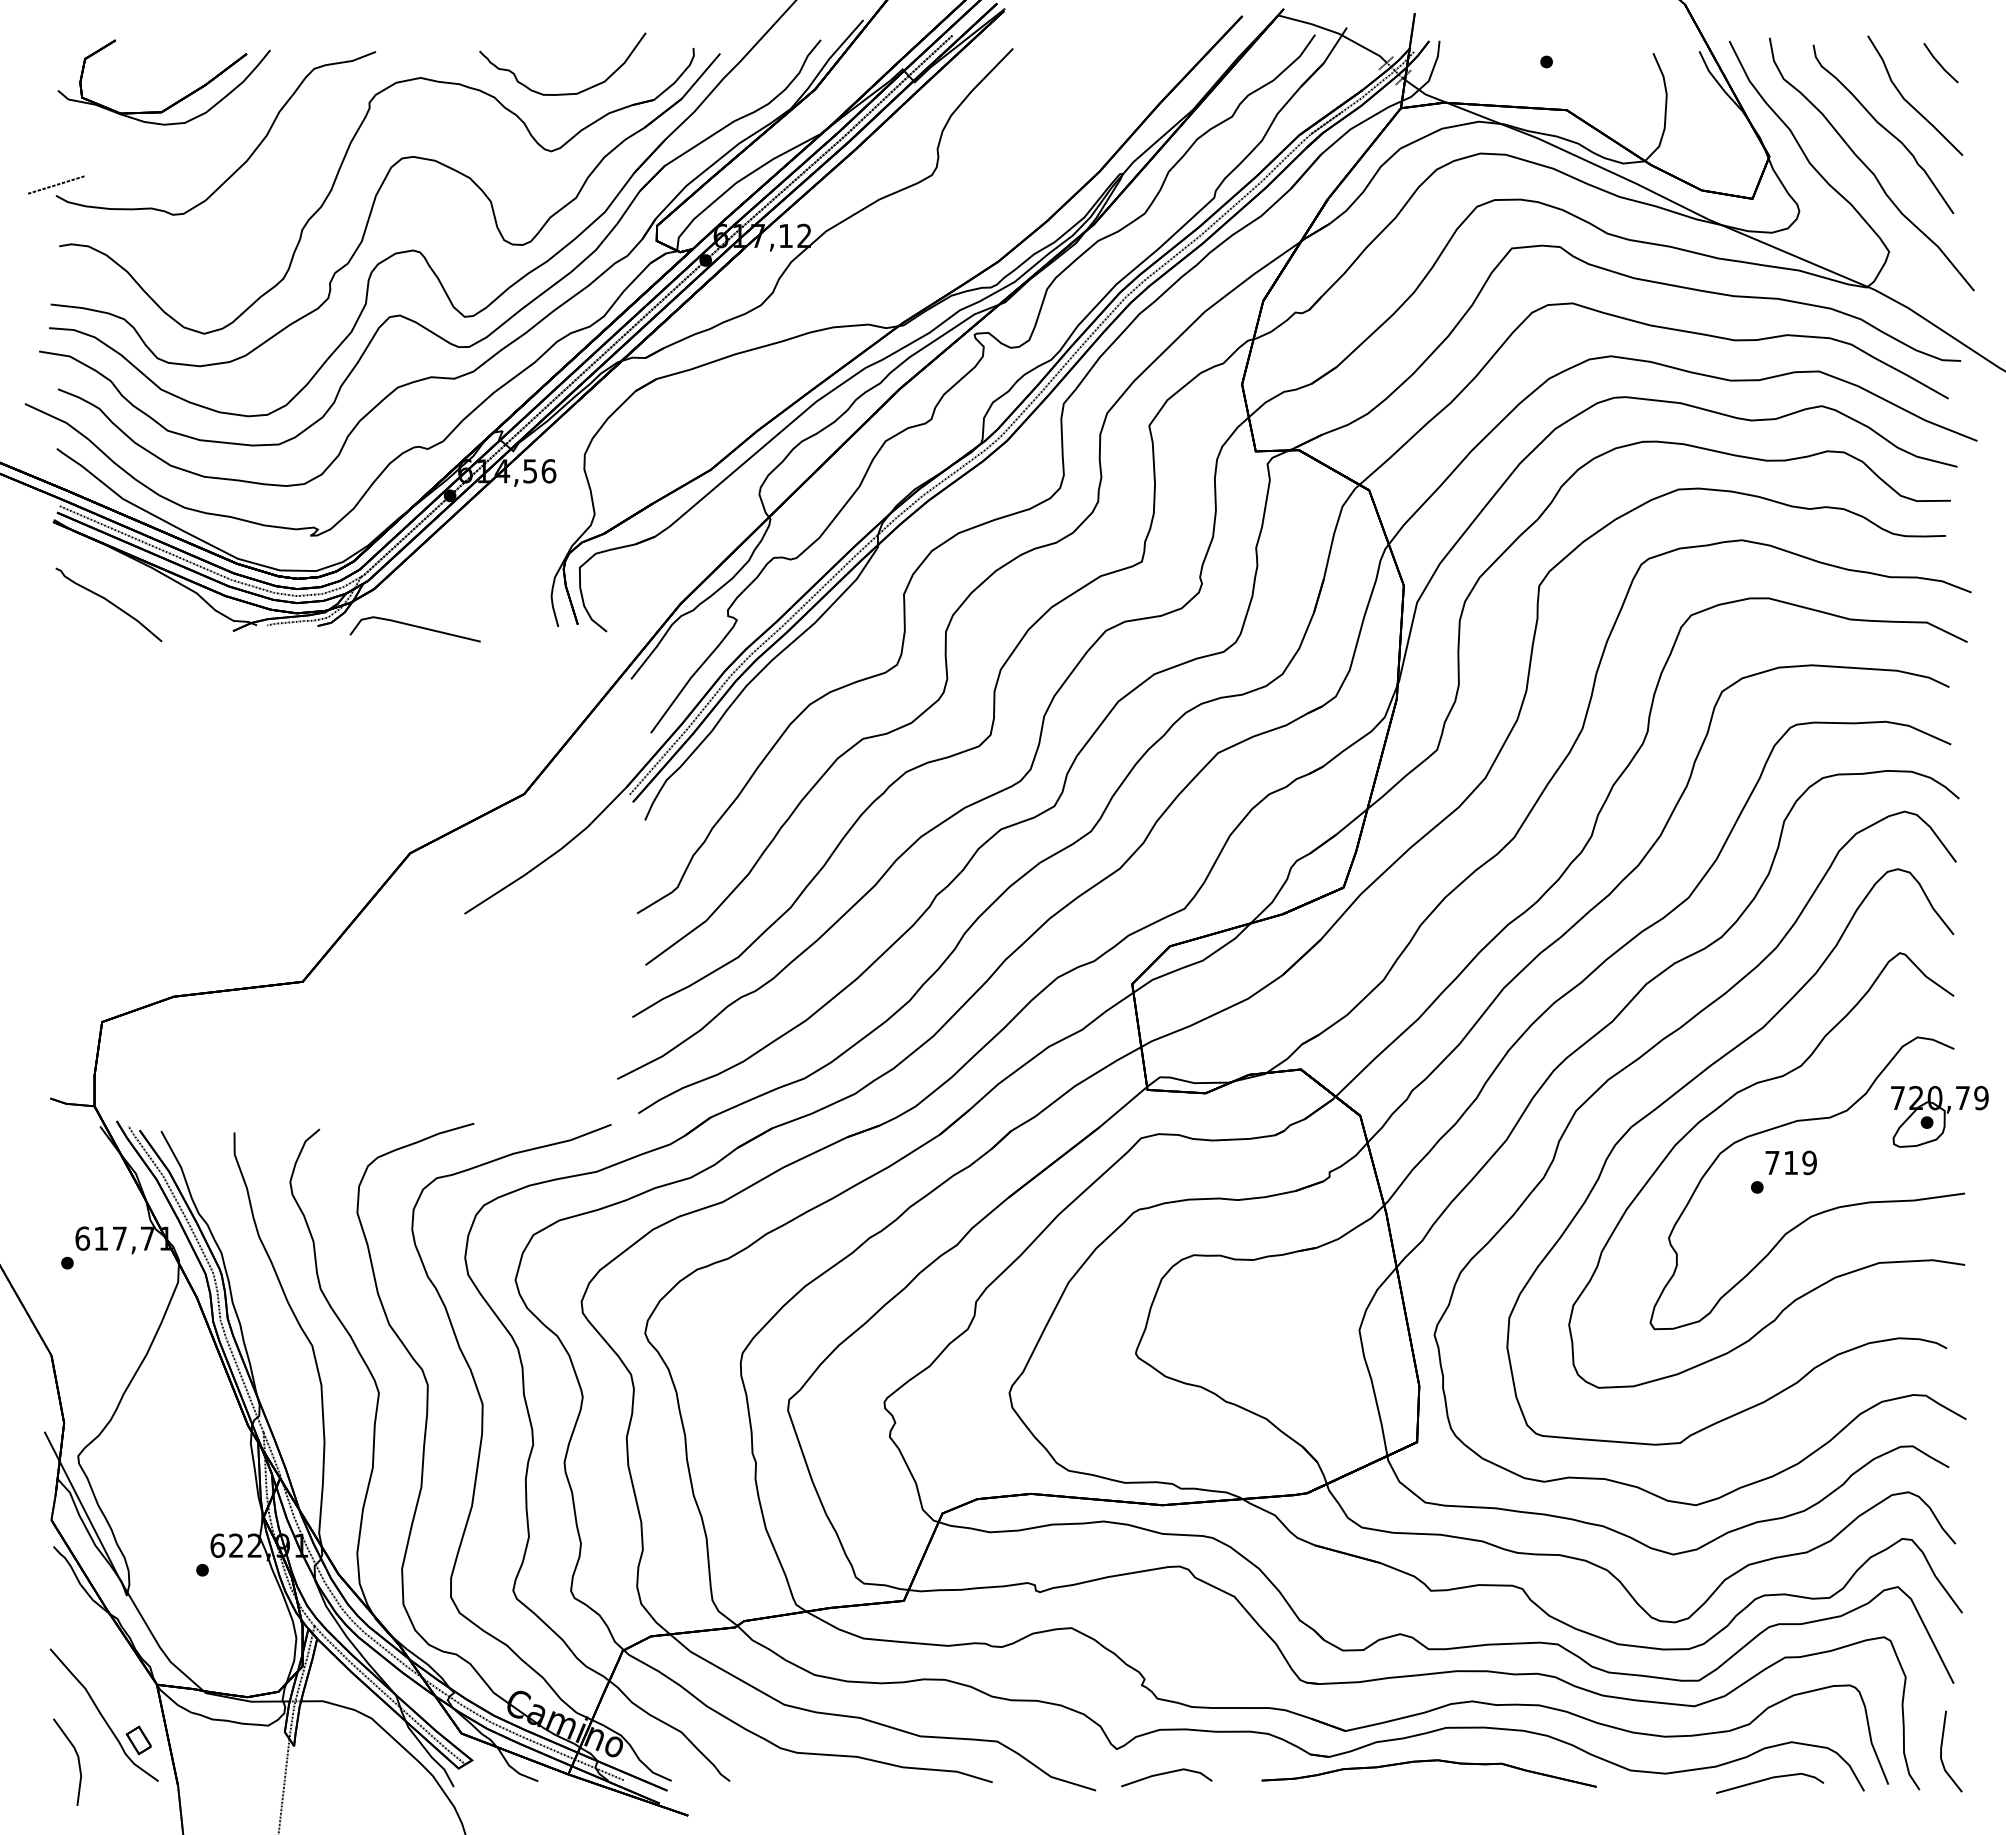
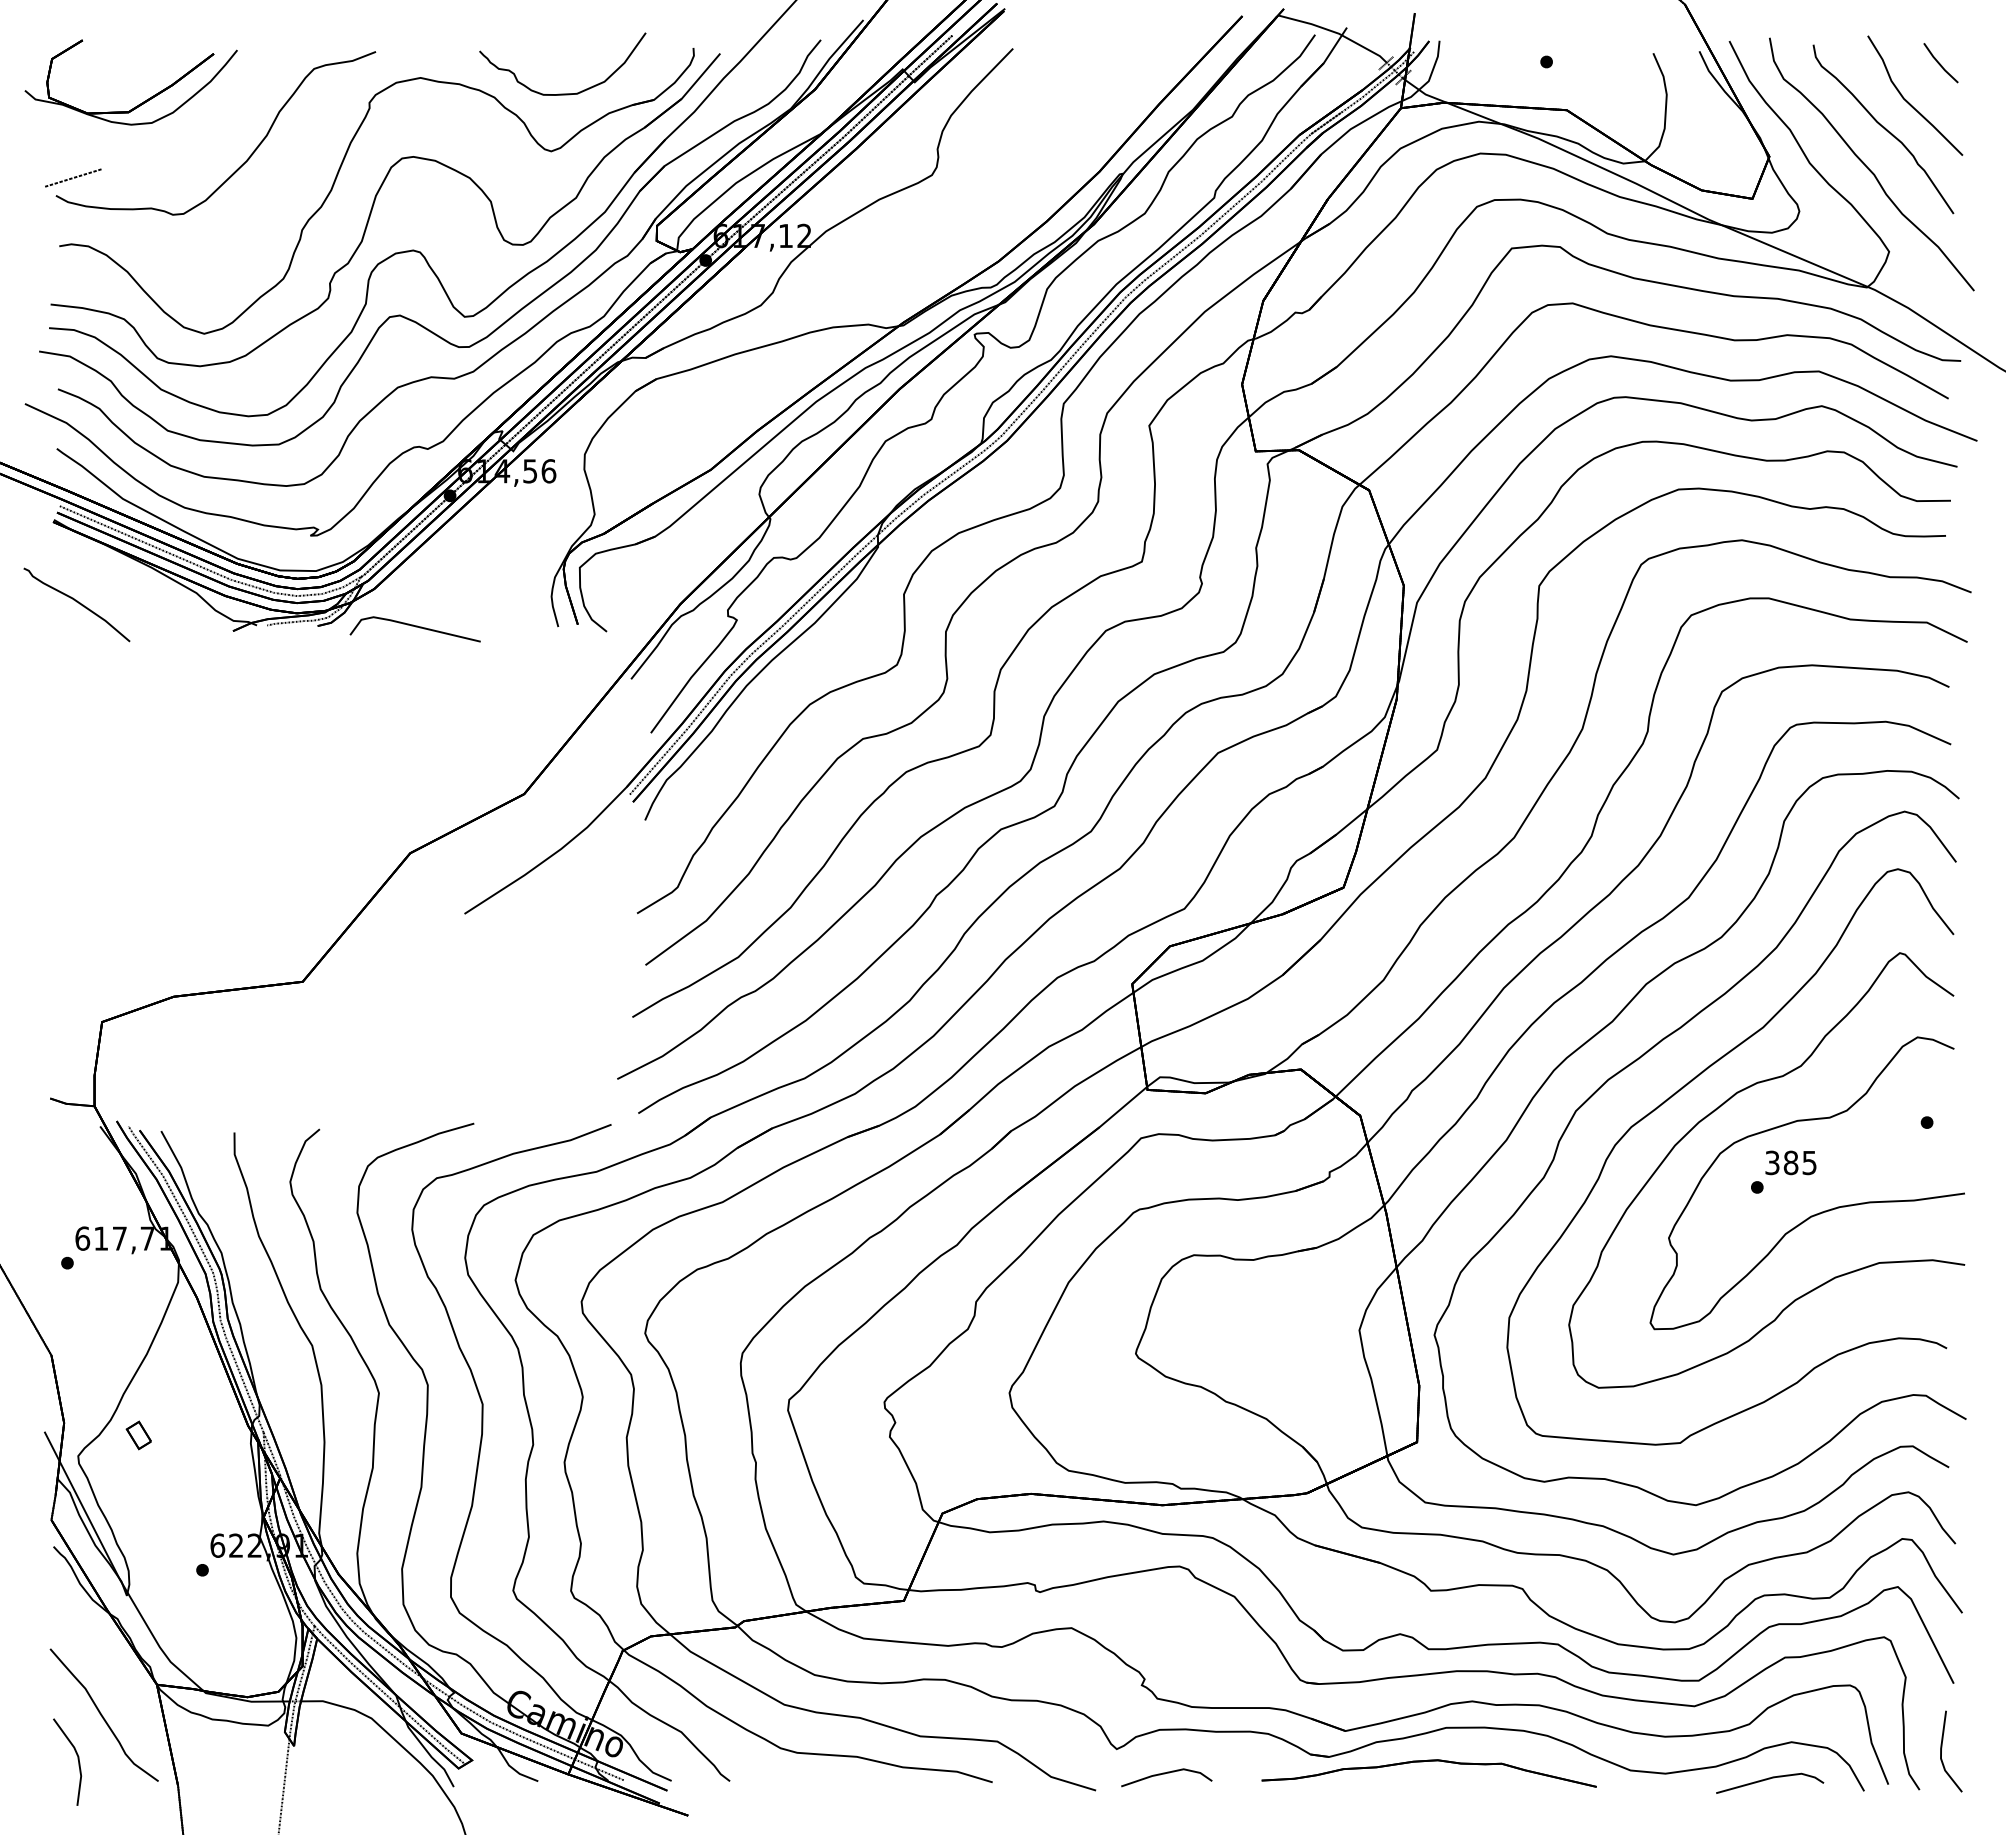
part at (176, 101) position: (176, 101) -> (143, 101)
line at (55, 184) position: (55, 184) -> (72, 177)
curve at (108, 602) position: (108, 602) -> (76, 602)
part at (1939, 1116): present -> none
text at (1790, 1162): 719 -> 385
part at (138, 1740) position: (138, 1740) -> (138, 1435)
